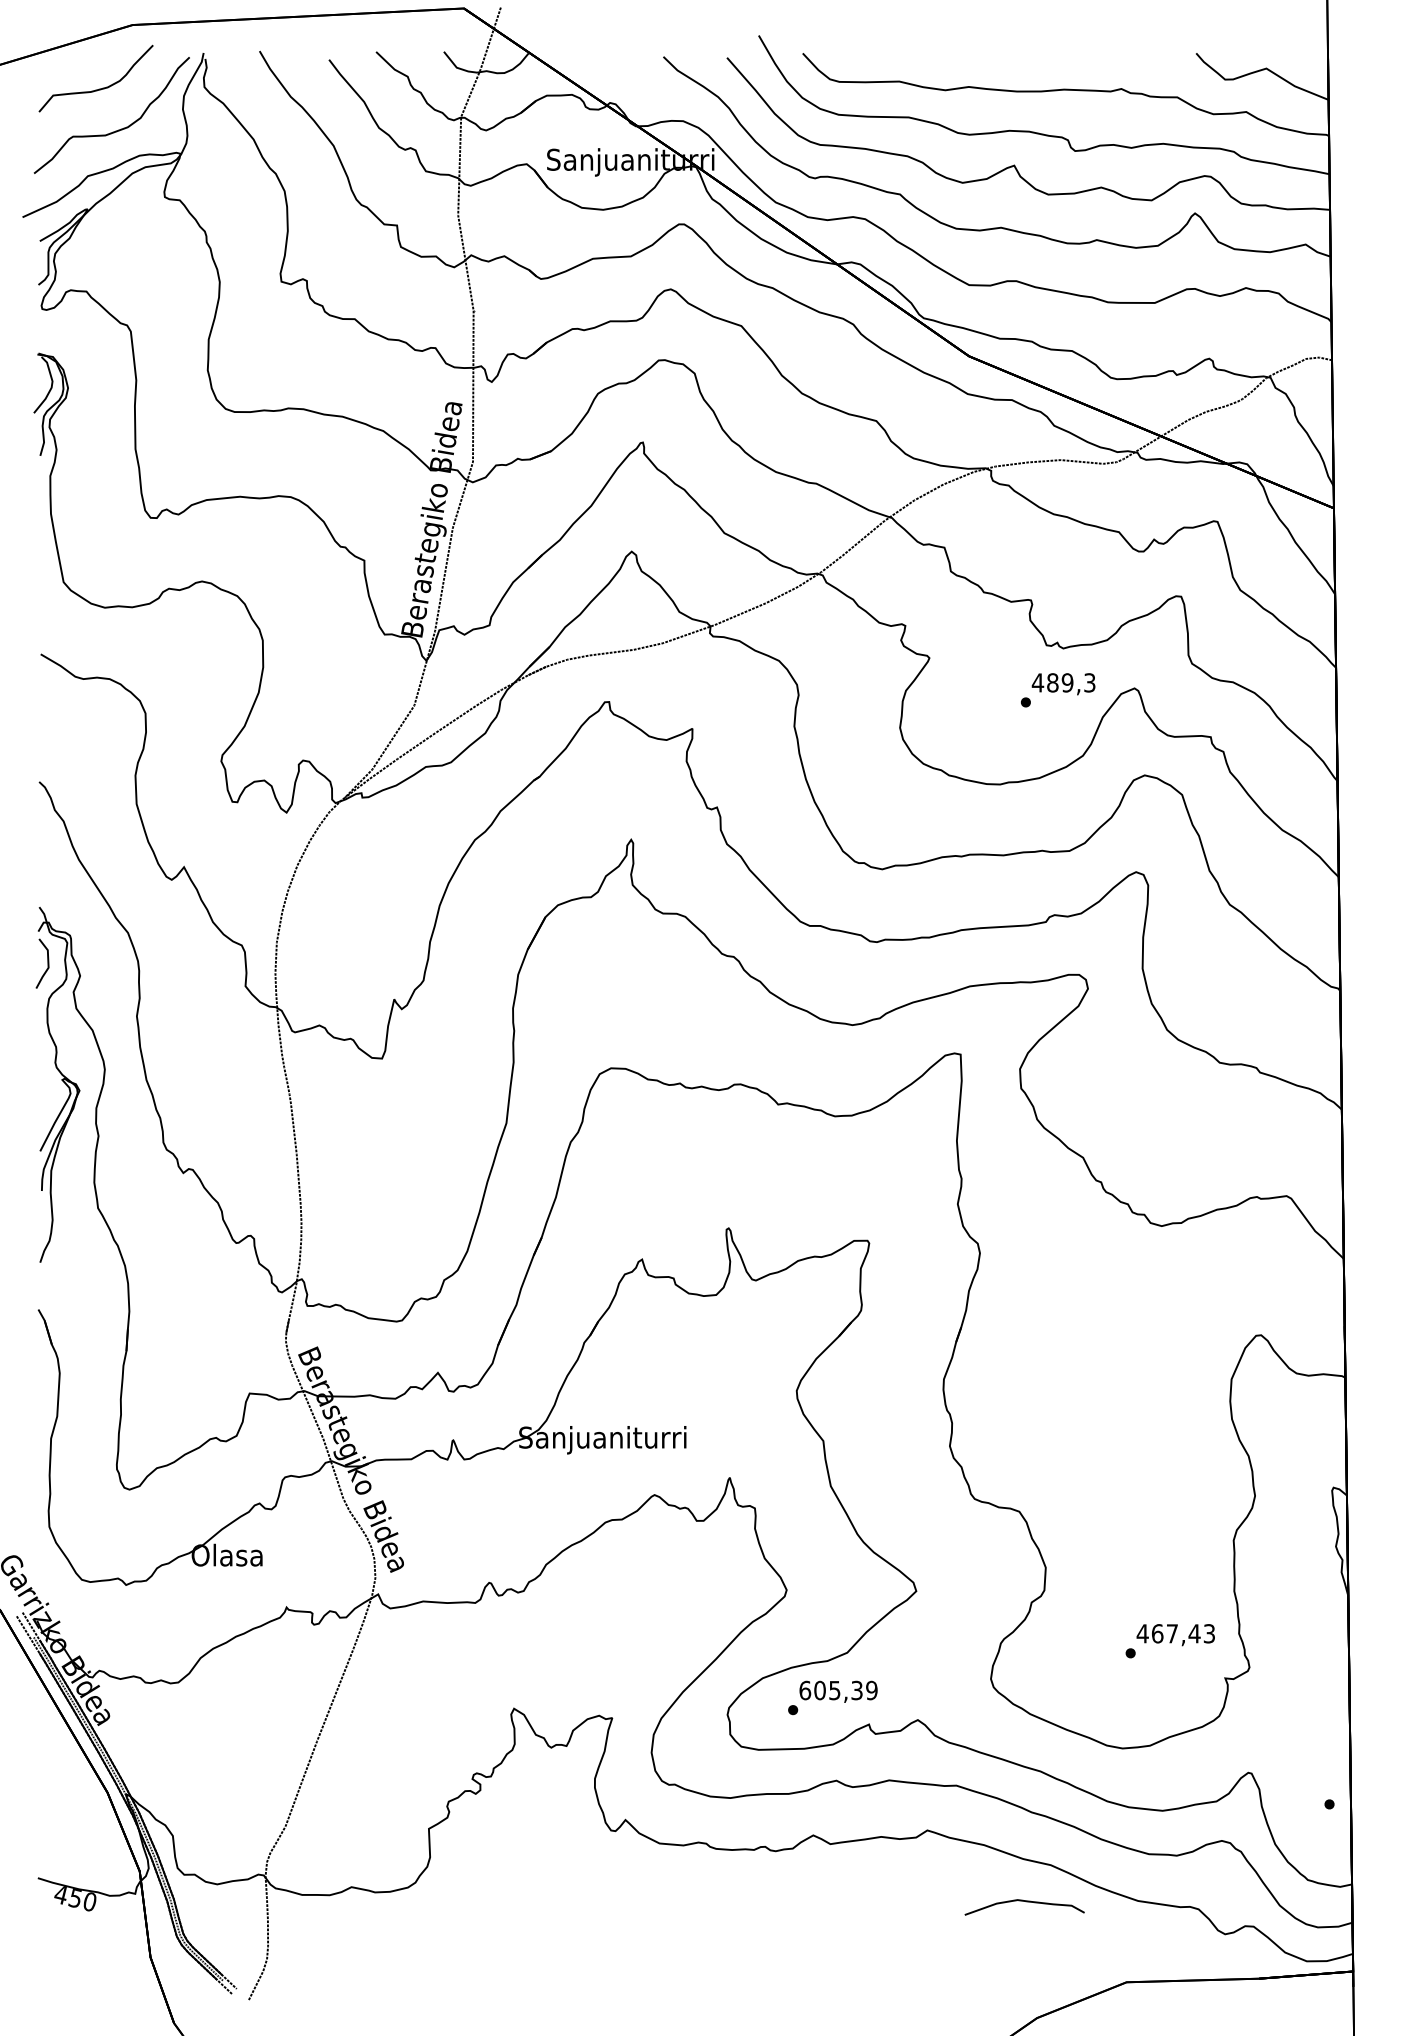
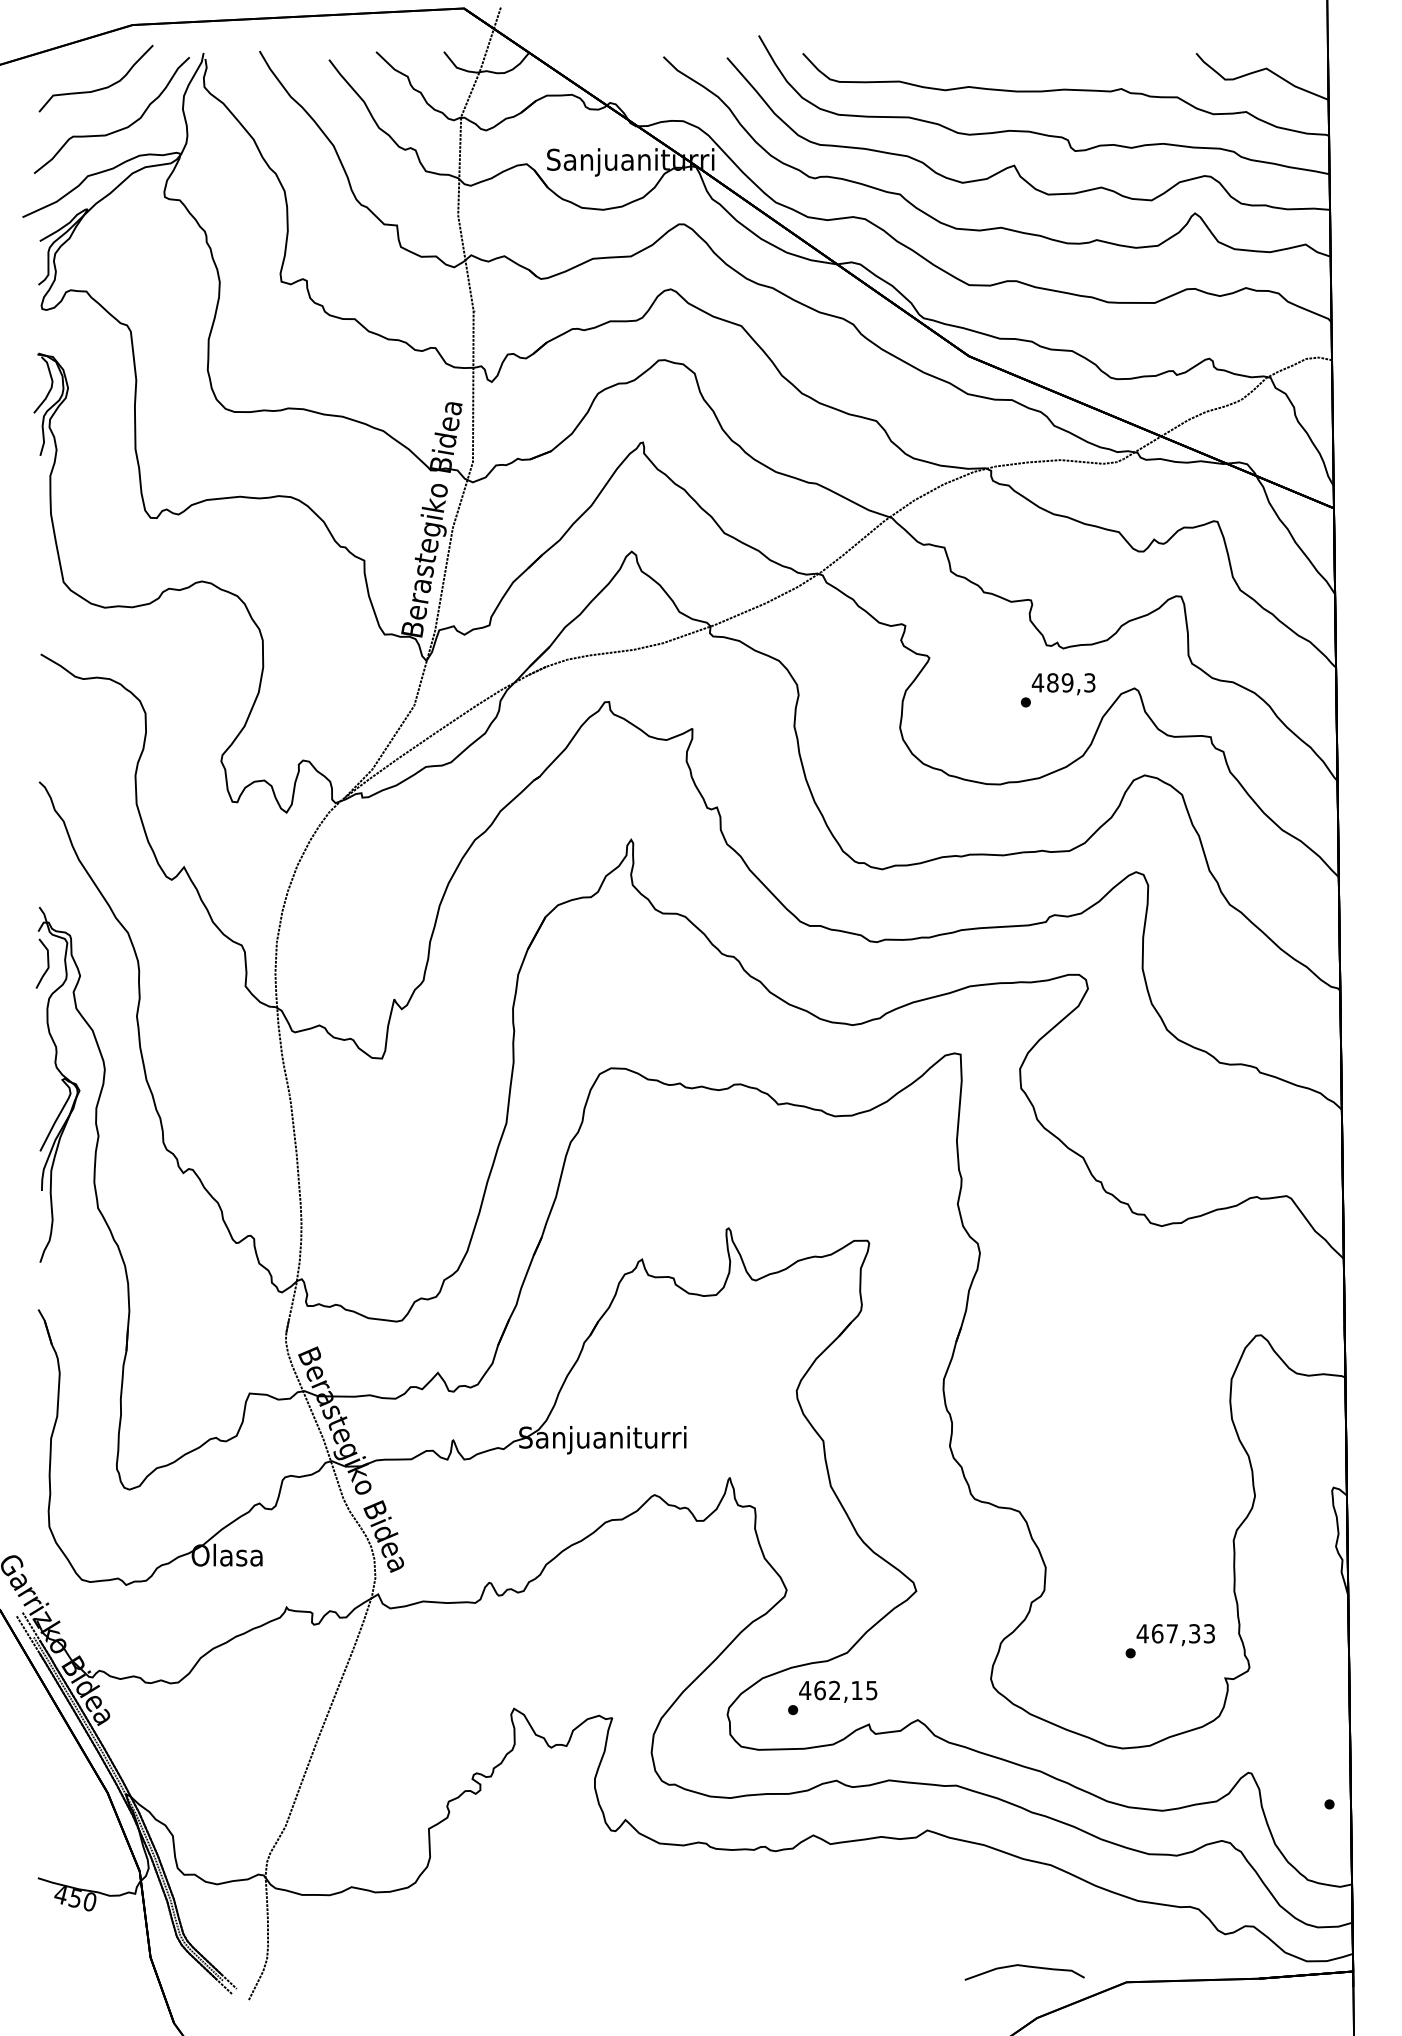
text at (1194, 1633): 467,43 -> 467,33
text at (838, 1690): 605,39 -> 462,15
part at (1024, 1907) position: (1024, 1907) -> (1024, 1972)
